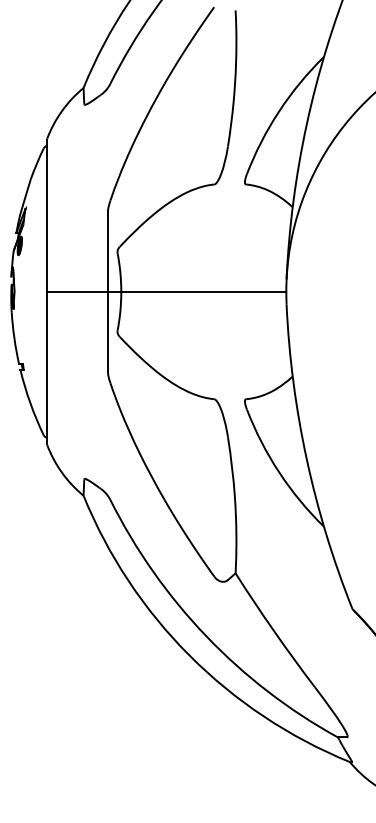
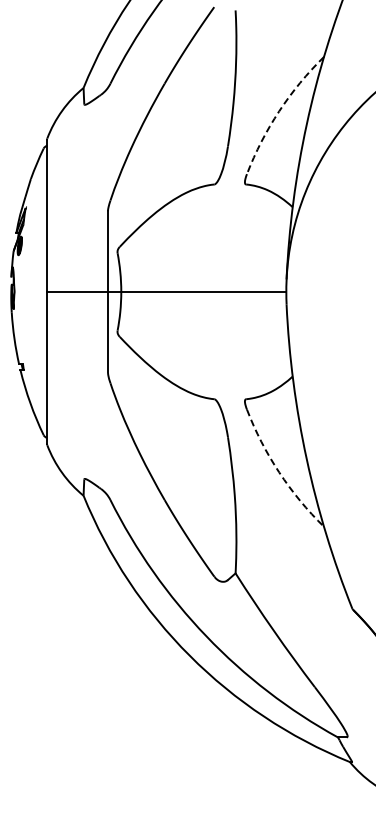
arc at (279, 111): solid -> dashed
arc at (279, 472): solid -> dashed
